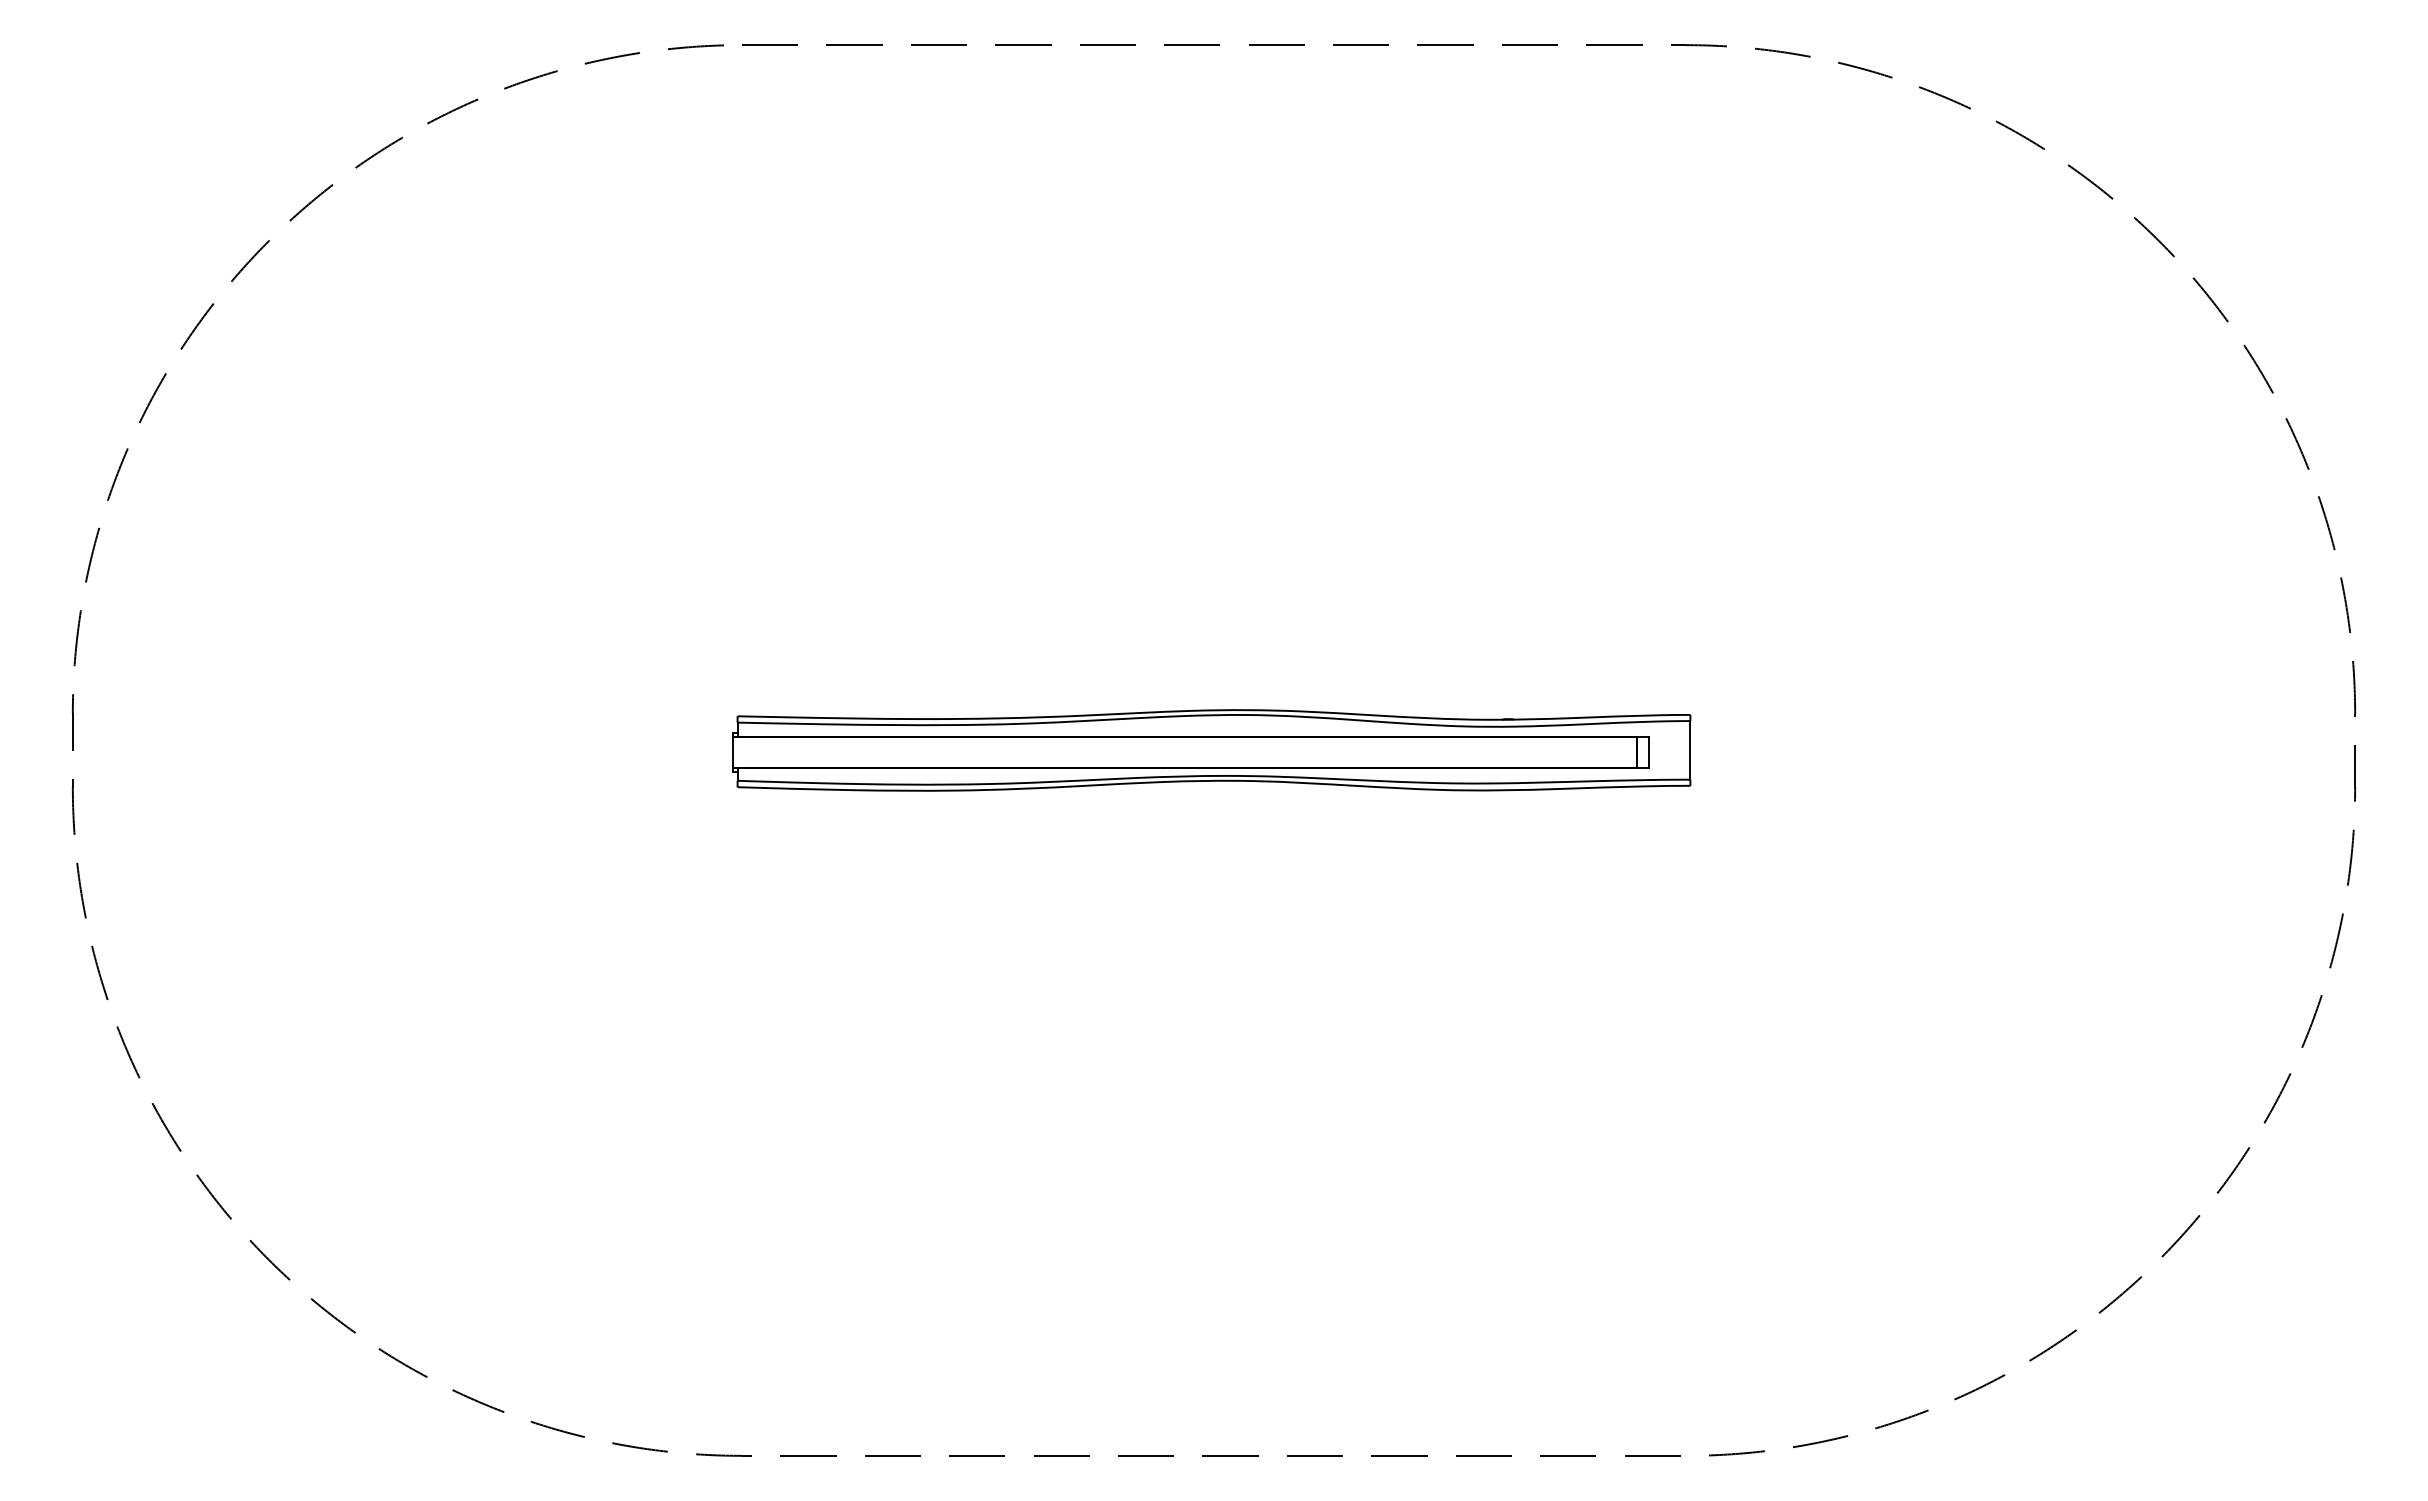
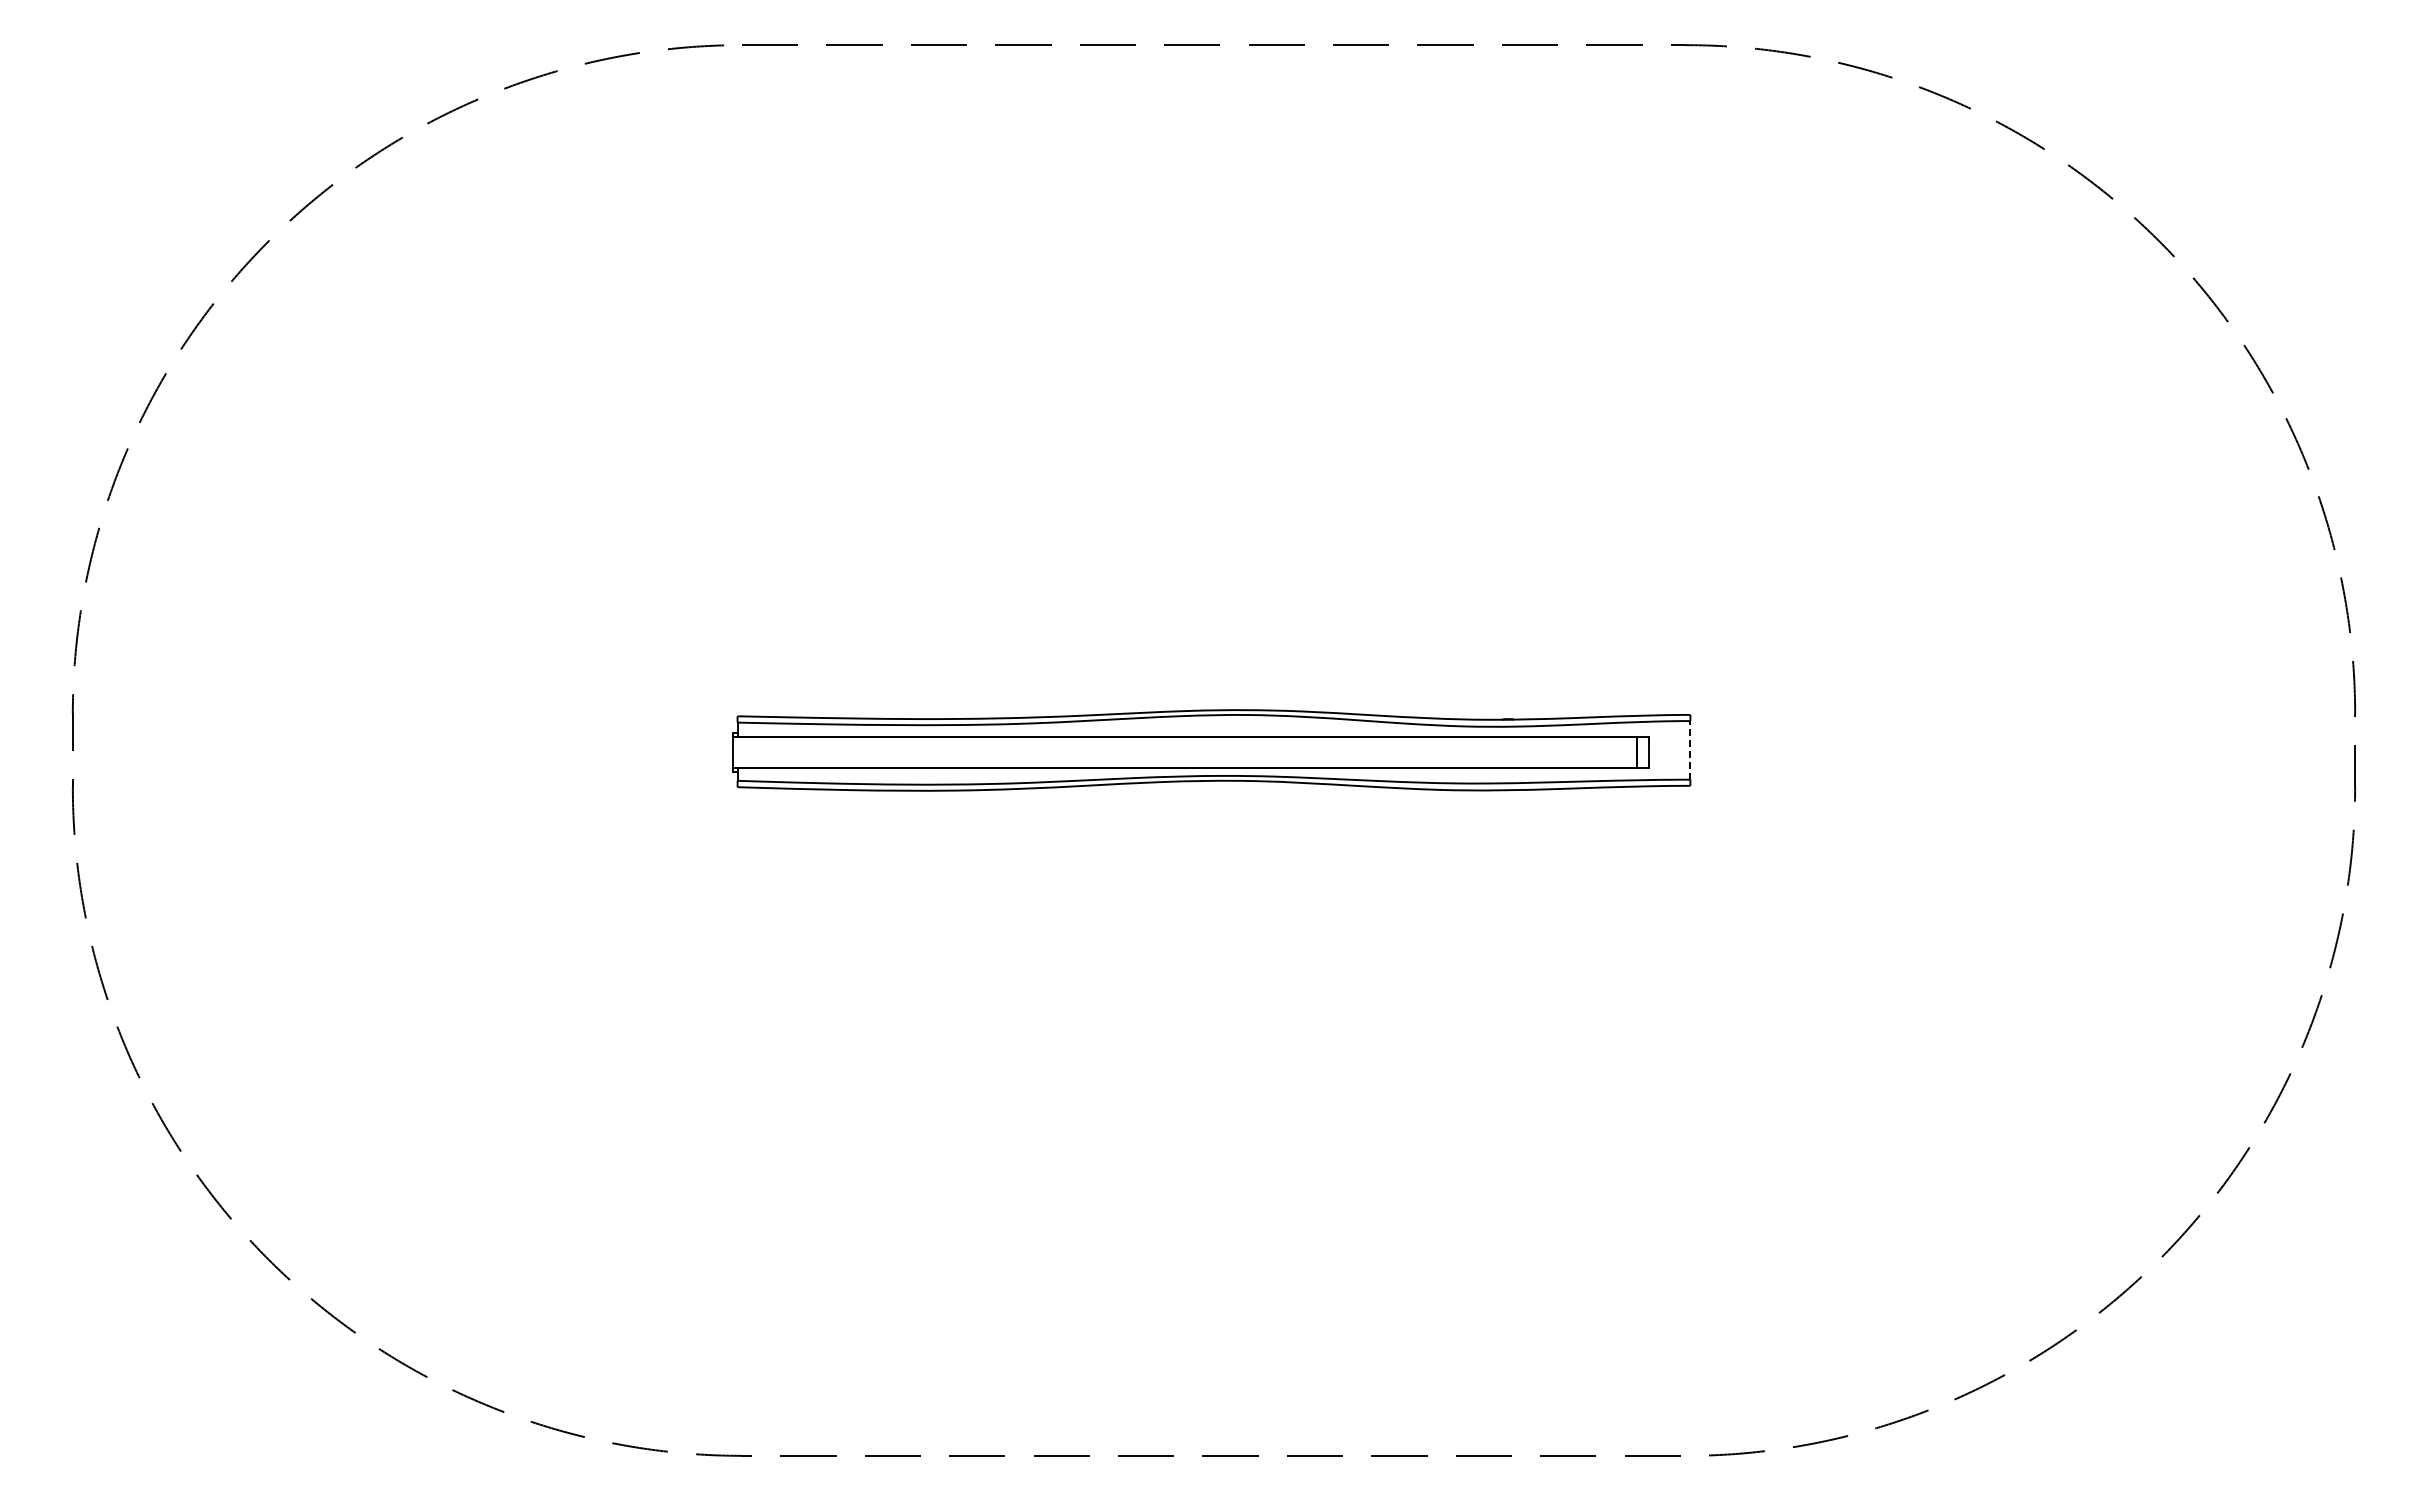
line at (1690, 749): solid -> dashed
